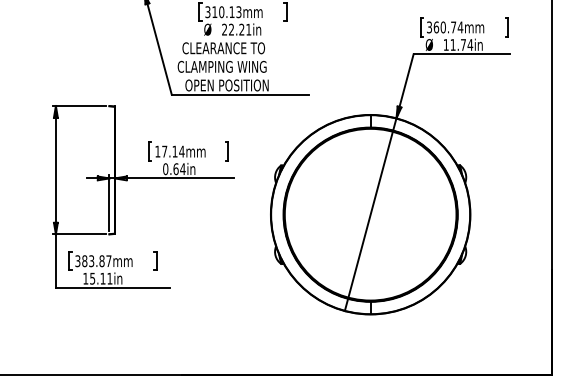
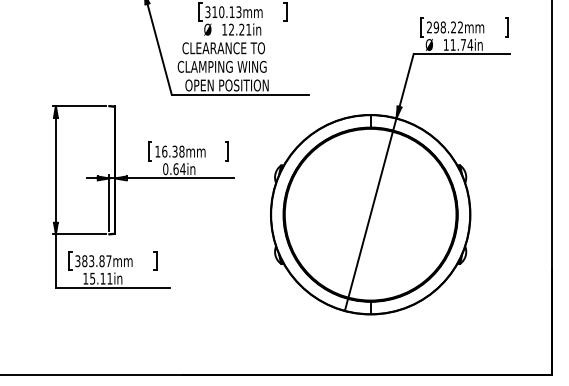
text at (445, 27): 360.74mm -> 298.22mm
text at (224, 29): 22.21in -> 12.21in
text at (173, 151): 17.14mm -> 16.38mm
